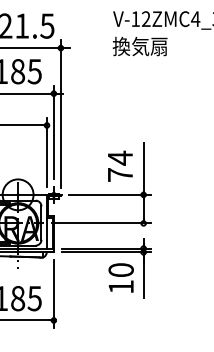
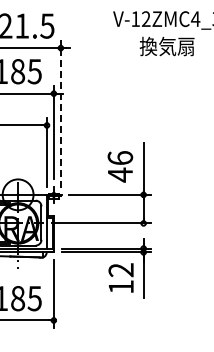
text at (139, 46) position: (139, 46) -> (166, 46)
line at (60, 114): solid -> dashed
text at (120, 166): 74 -> 46
text at (120, 270): 10 -> 12
